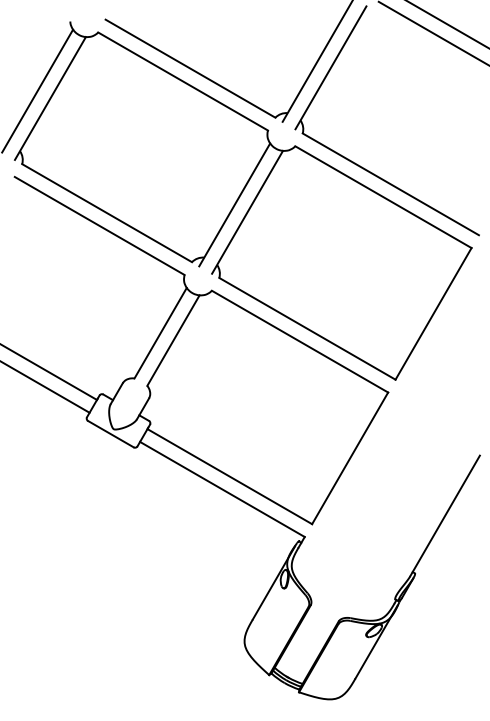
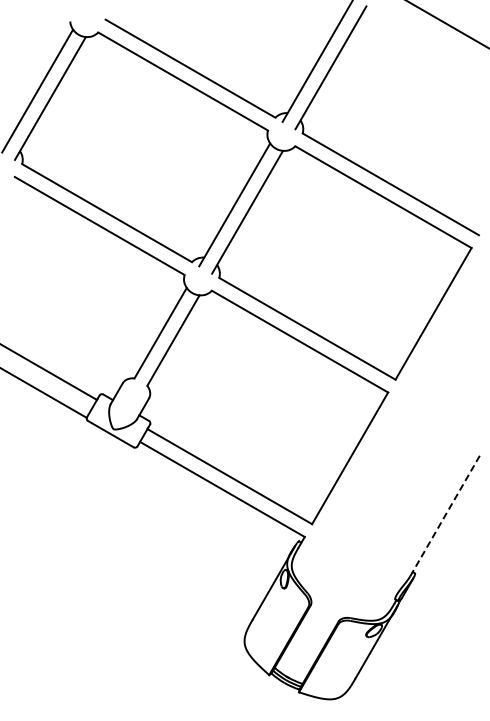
line at (432, 32): present -> none
line at (45, 387) position: (45, 387) -> (44, 393)
line at (445, 515): solid -> dashed
